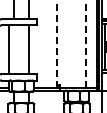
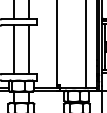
line at (57, 43): dashed -> solid
line at (86, 43): dashed -> solid
line at (9, 49) position: (9, 49) -> (14, 49)
